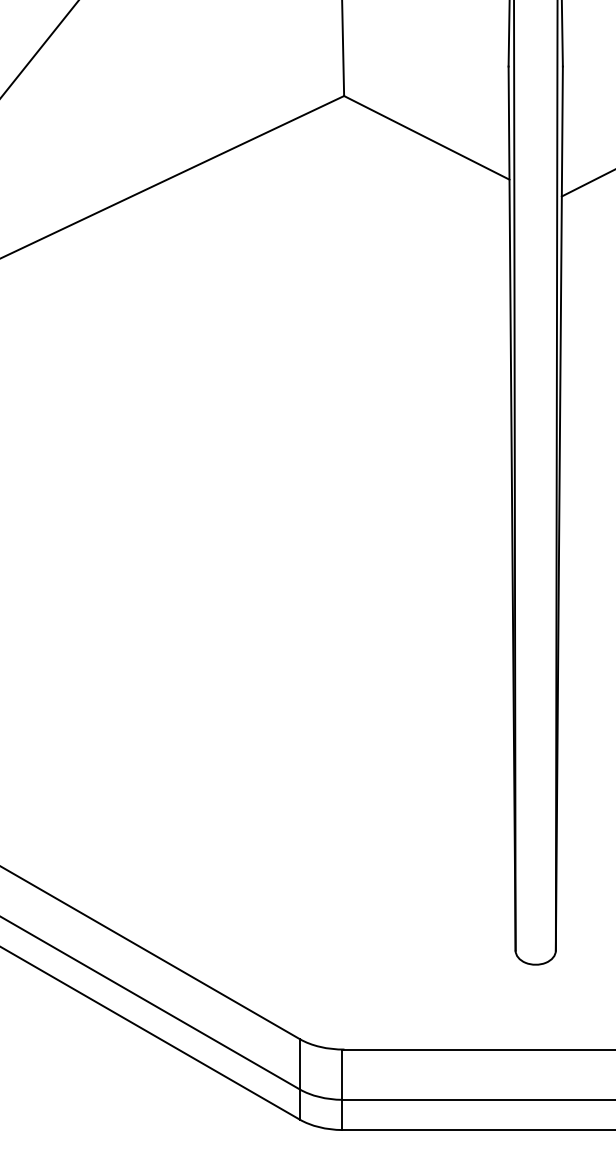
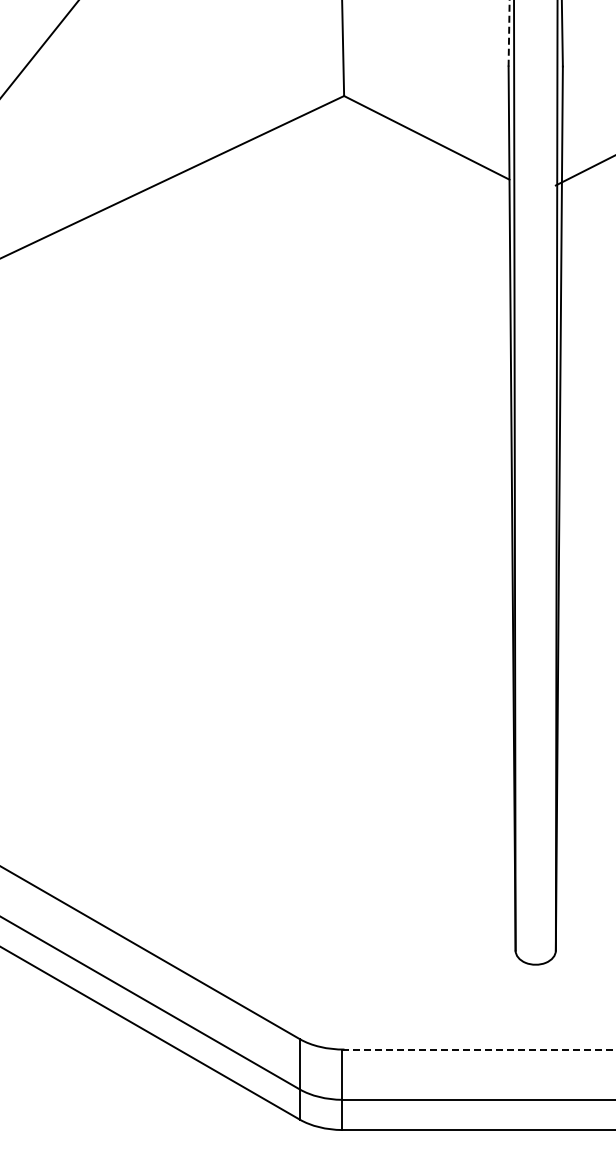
line at (509, 33): solid -> dashed
line at (586, 183) position: (586, 183) -> (583, 171)
line at (479, 1049): solid -> dashed
